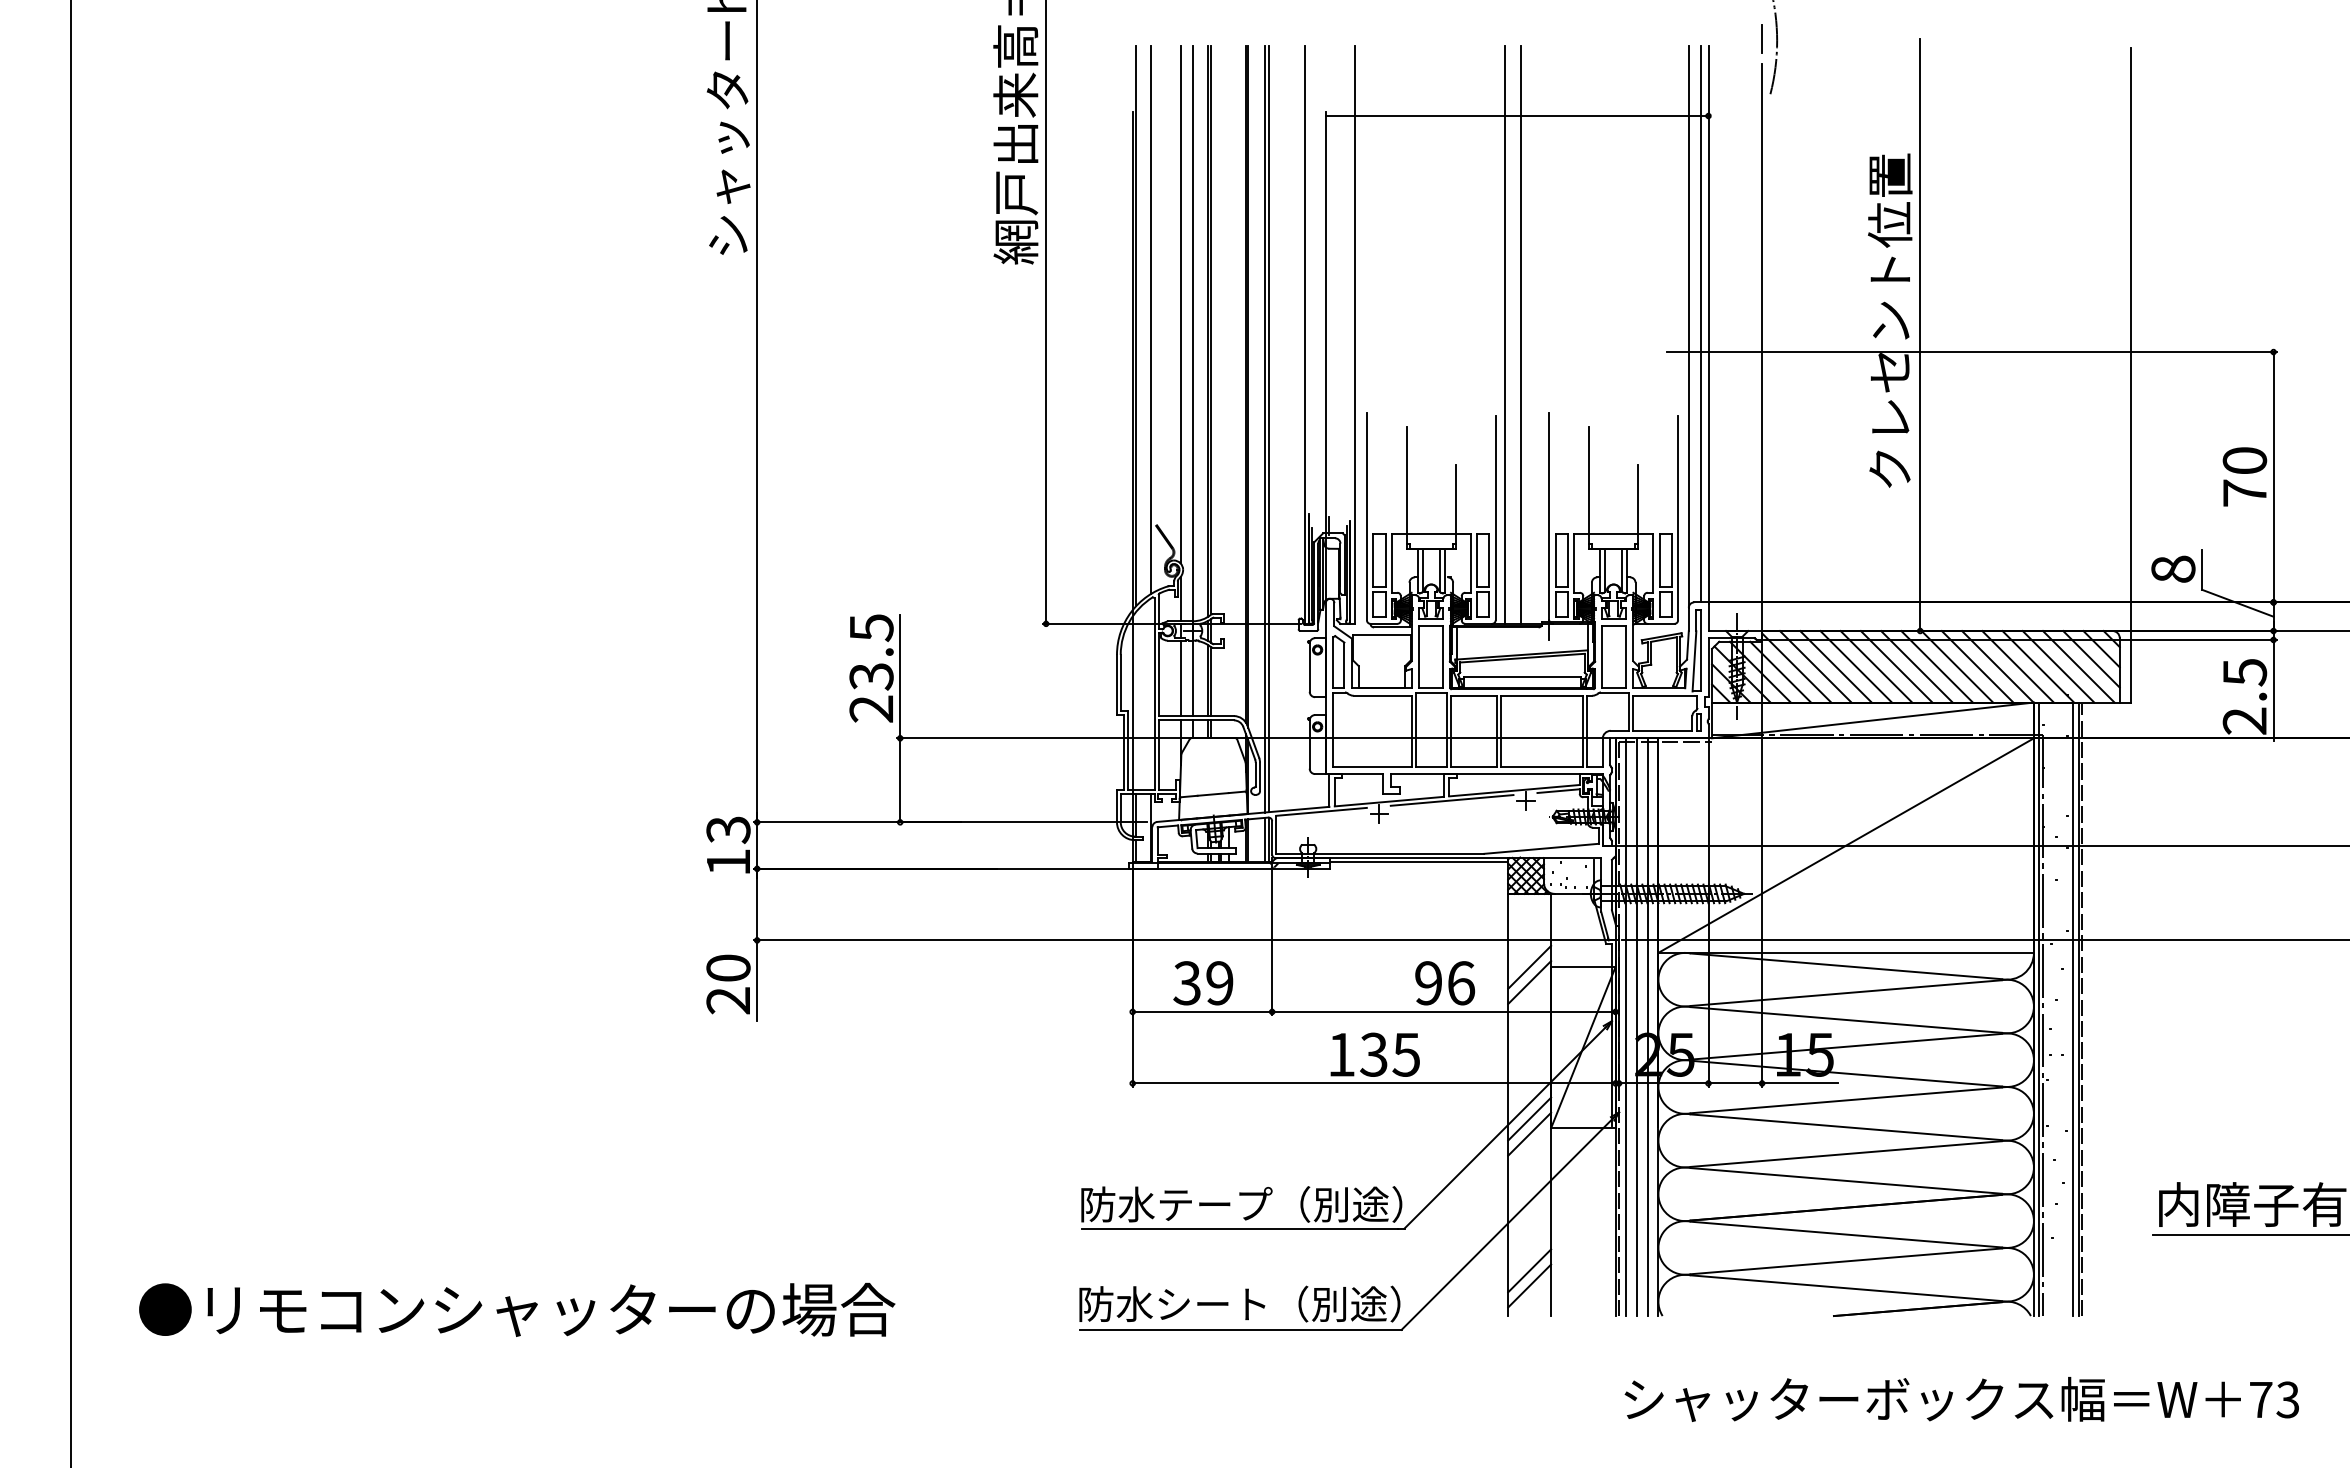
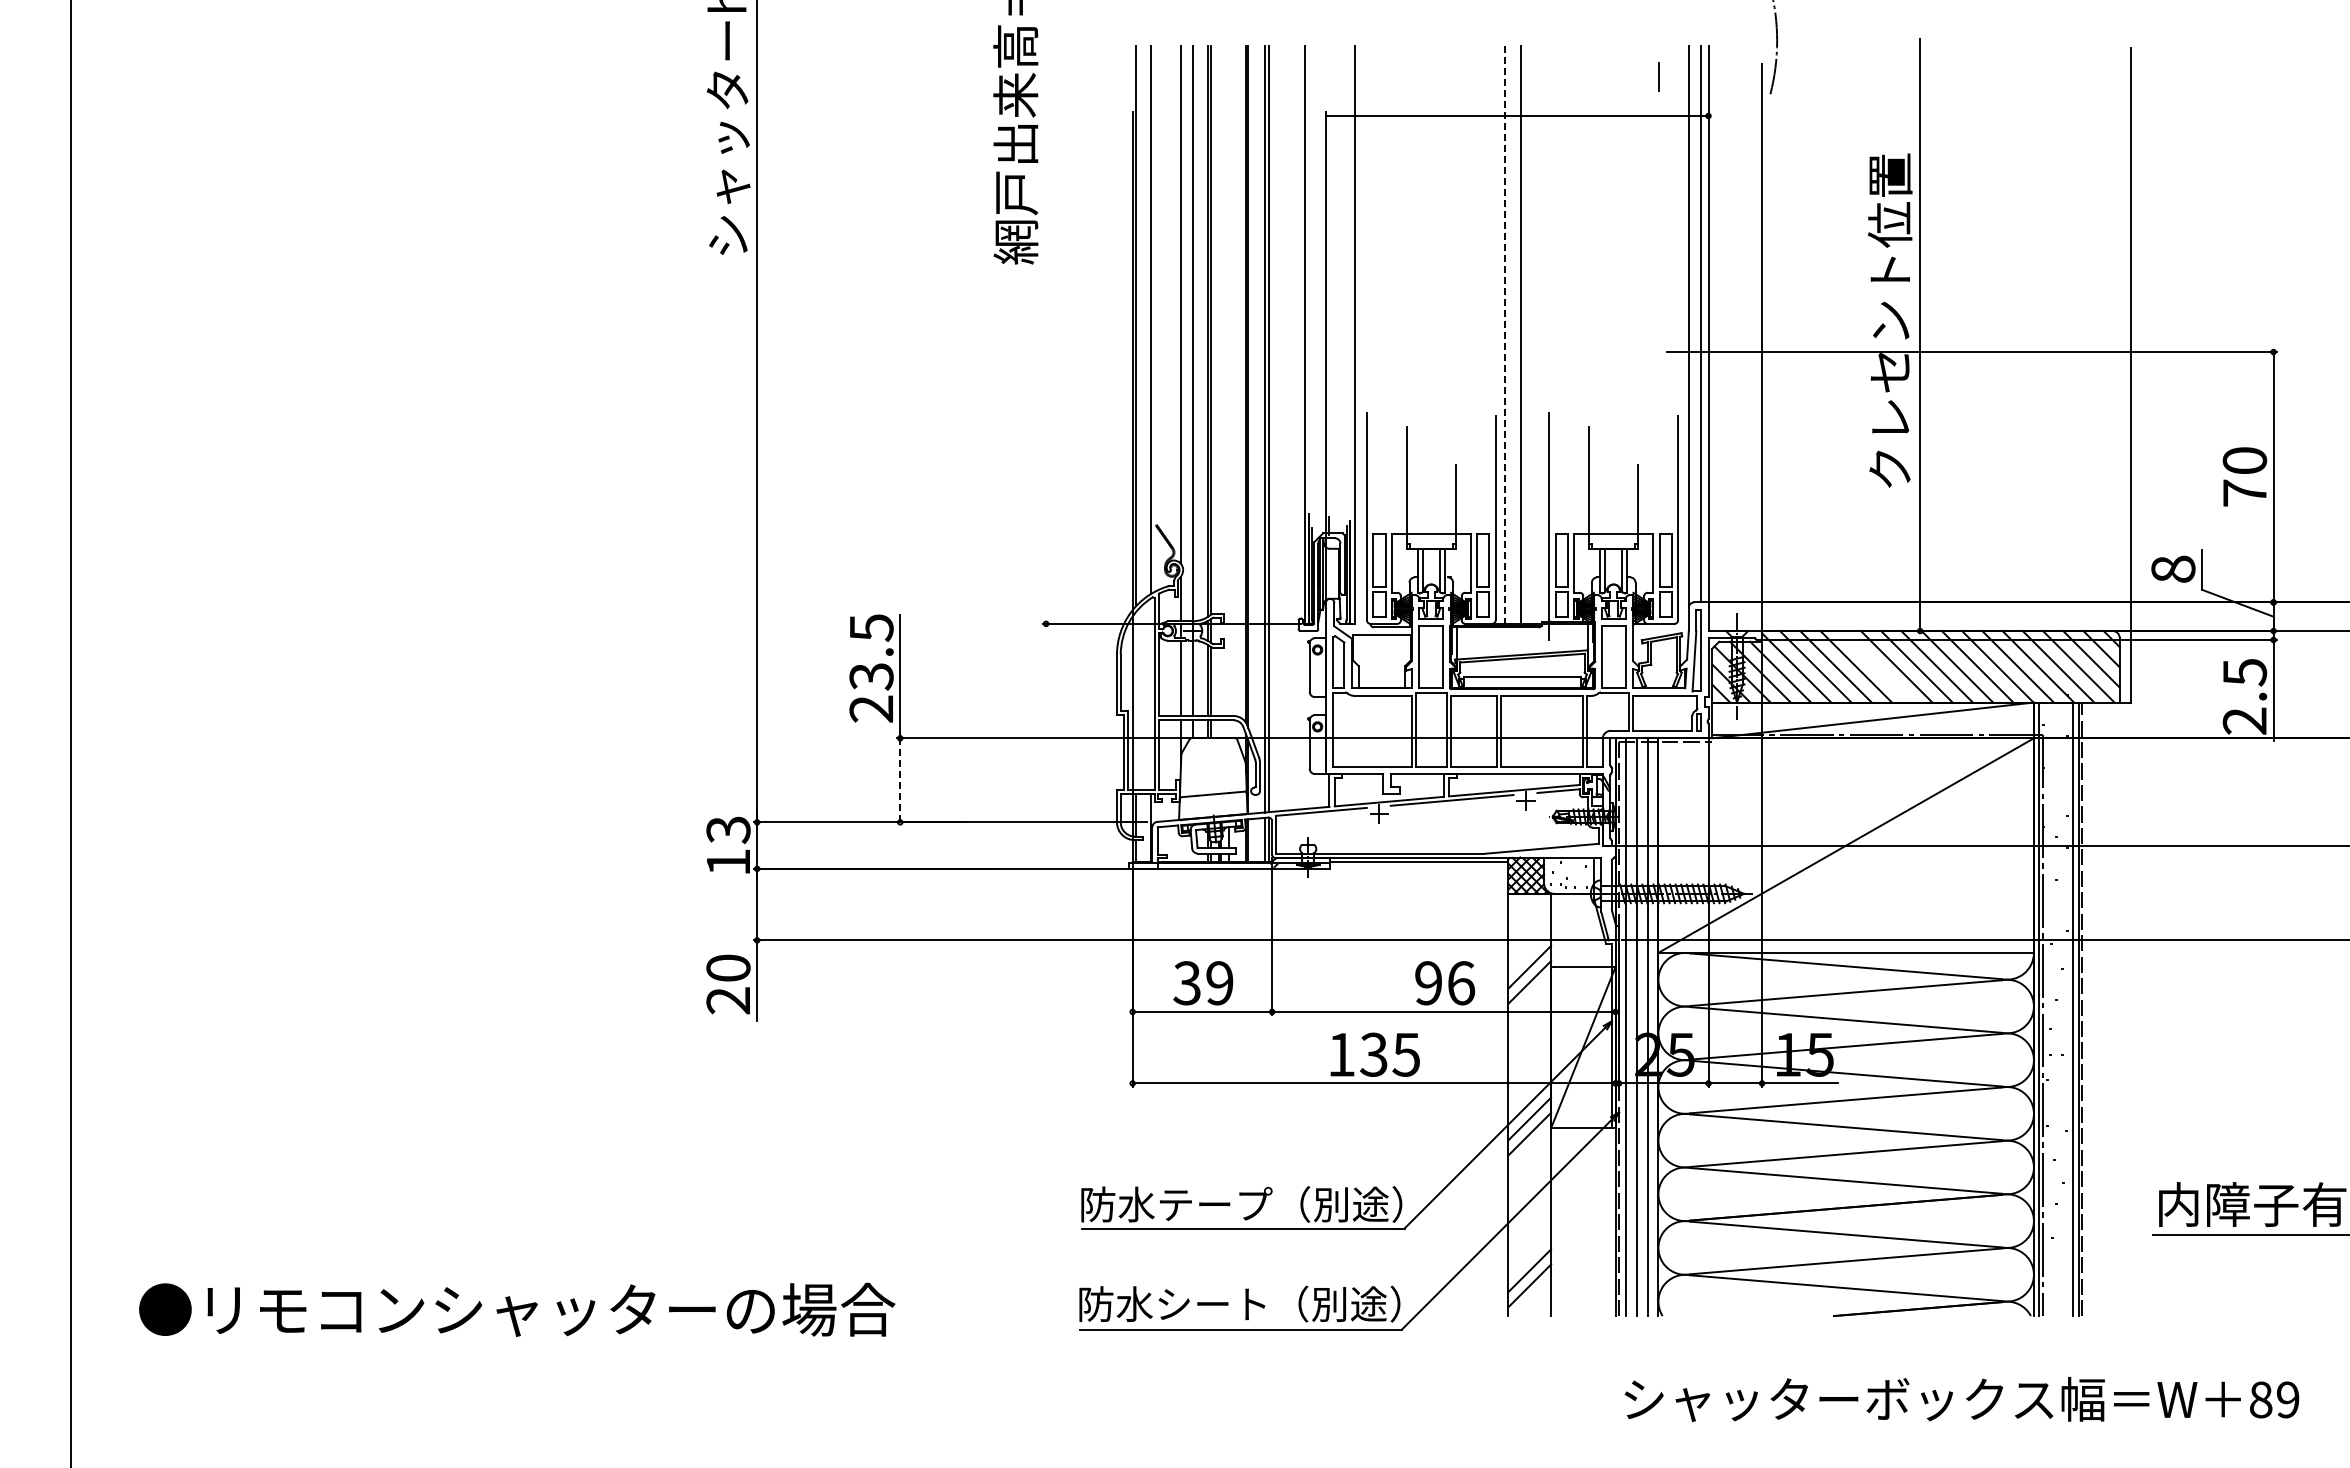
line at (1761, 38) position: (1761, 38) -> (1658, 76)
line at (1046, 312): present -> none
line at (1504, 335): solid -> dashed
line at (1876, 666): present -> none
line at (900, 779): solid -> dashed
text at (2274, 1399): 73 -> 89
